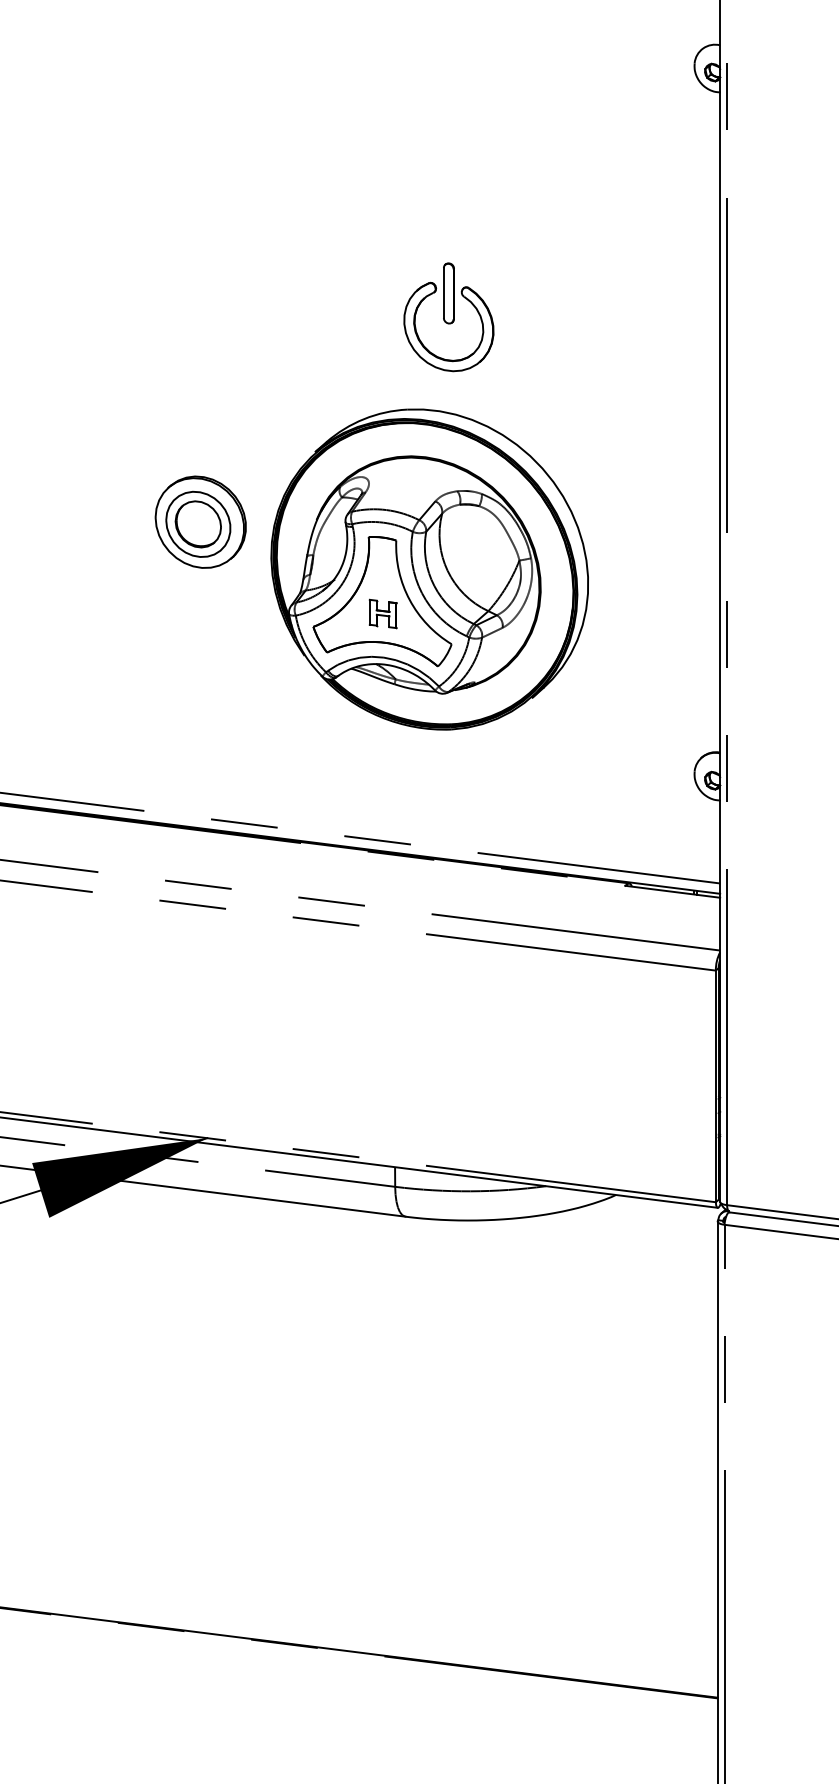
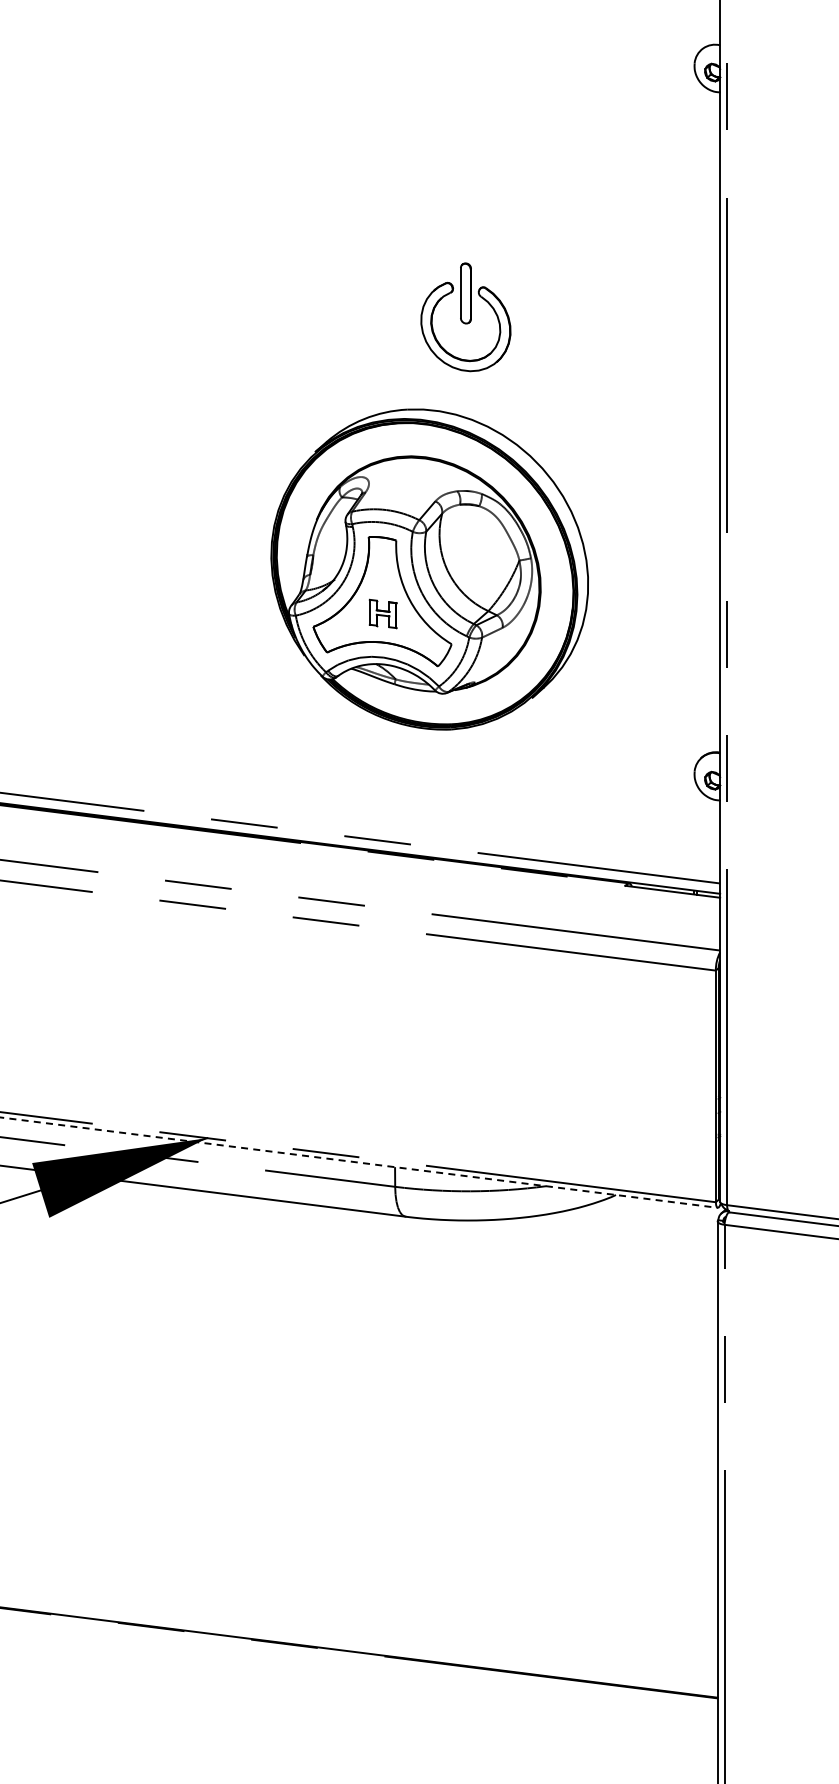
part at (448, 317) position: (448, 317) -> (465, 317)
part at (200, 521): present -> none
line at (359, 1162): solid -> dashed
